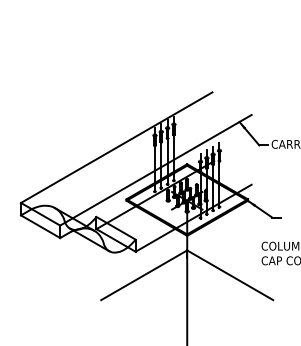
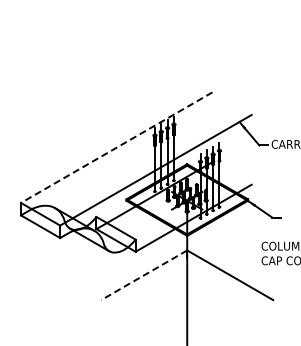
line at (116, 147): solid -> dashed
line at (144, 275): solid -> dashed
